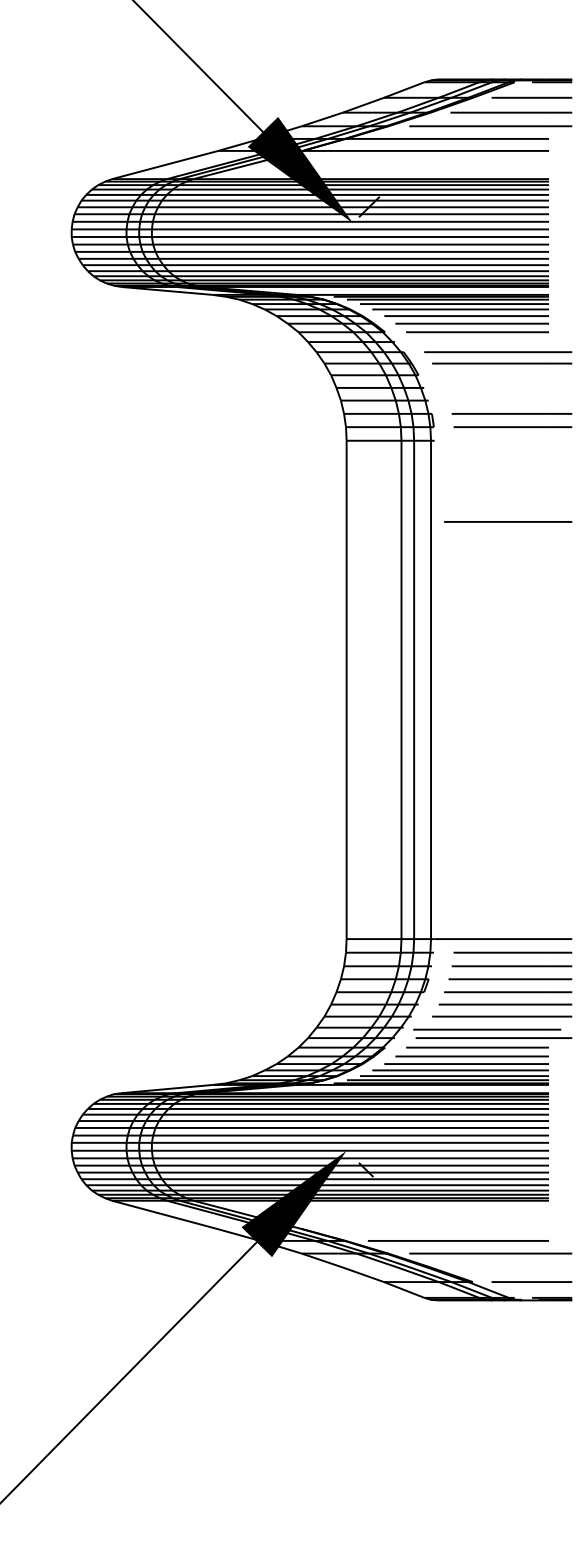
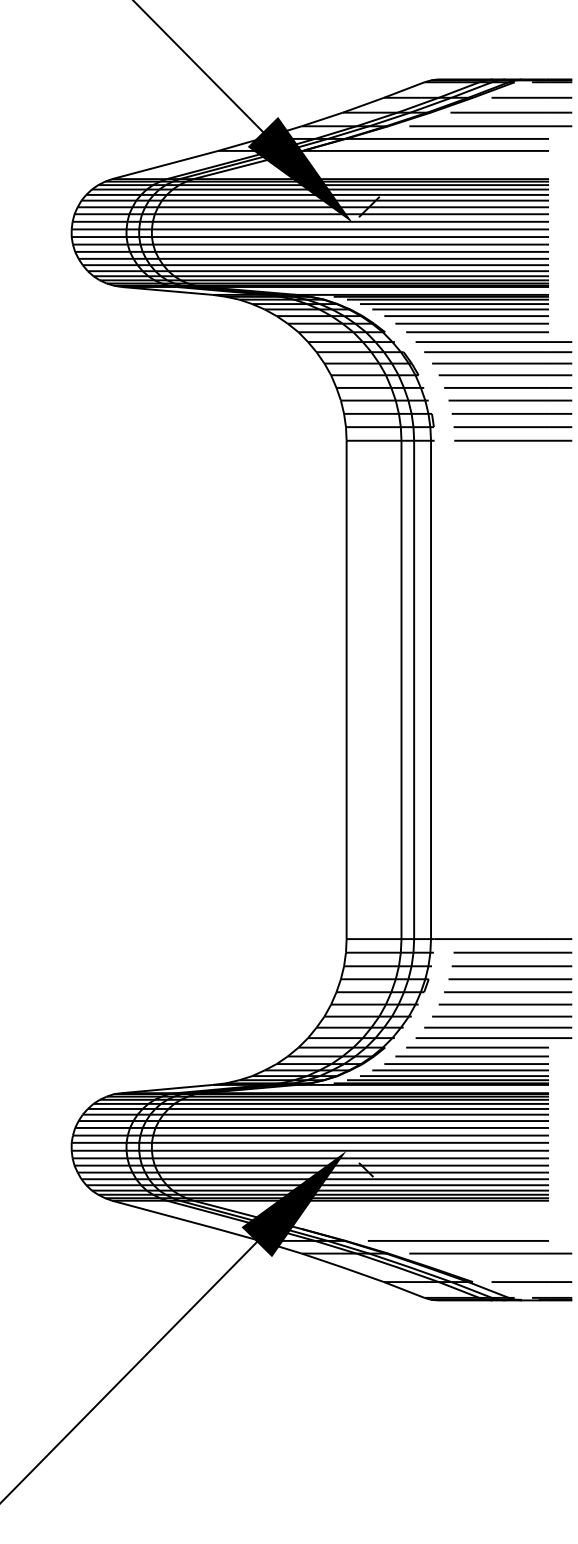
line at (493, 341): none -> present
line at (505, 375): none -> present
line at (510, 400): none -> present
line at (513, 440): none -> present
line at (508, 521) position: (508, 521) -> (508, 387)
line at (487, 1029) position: (487, 1029) -> (498, 1027)
